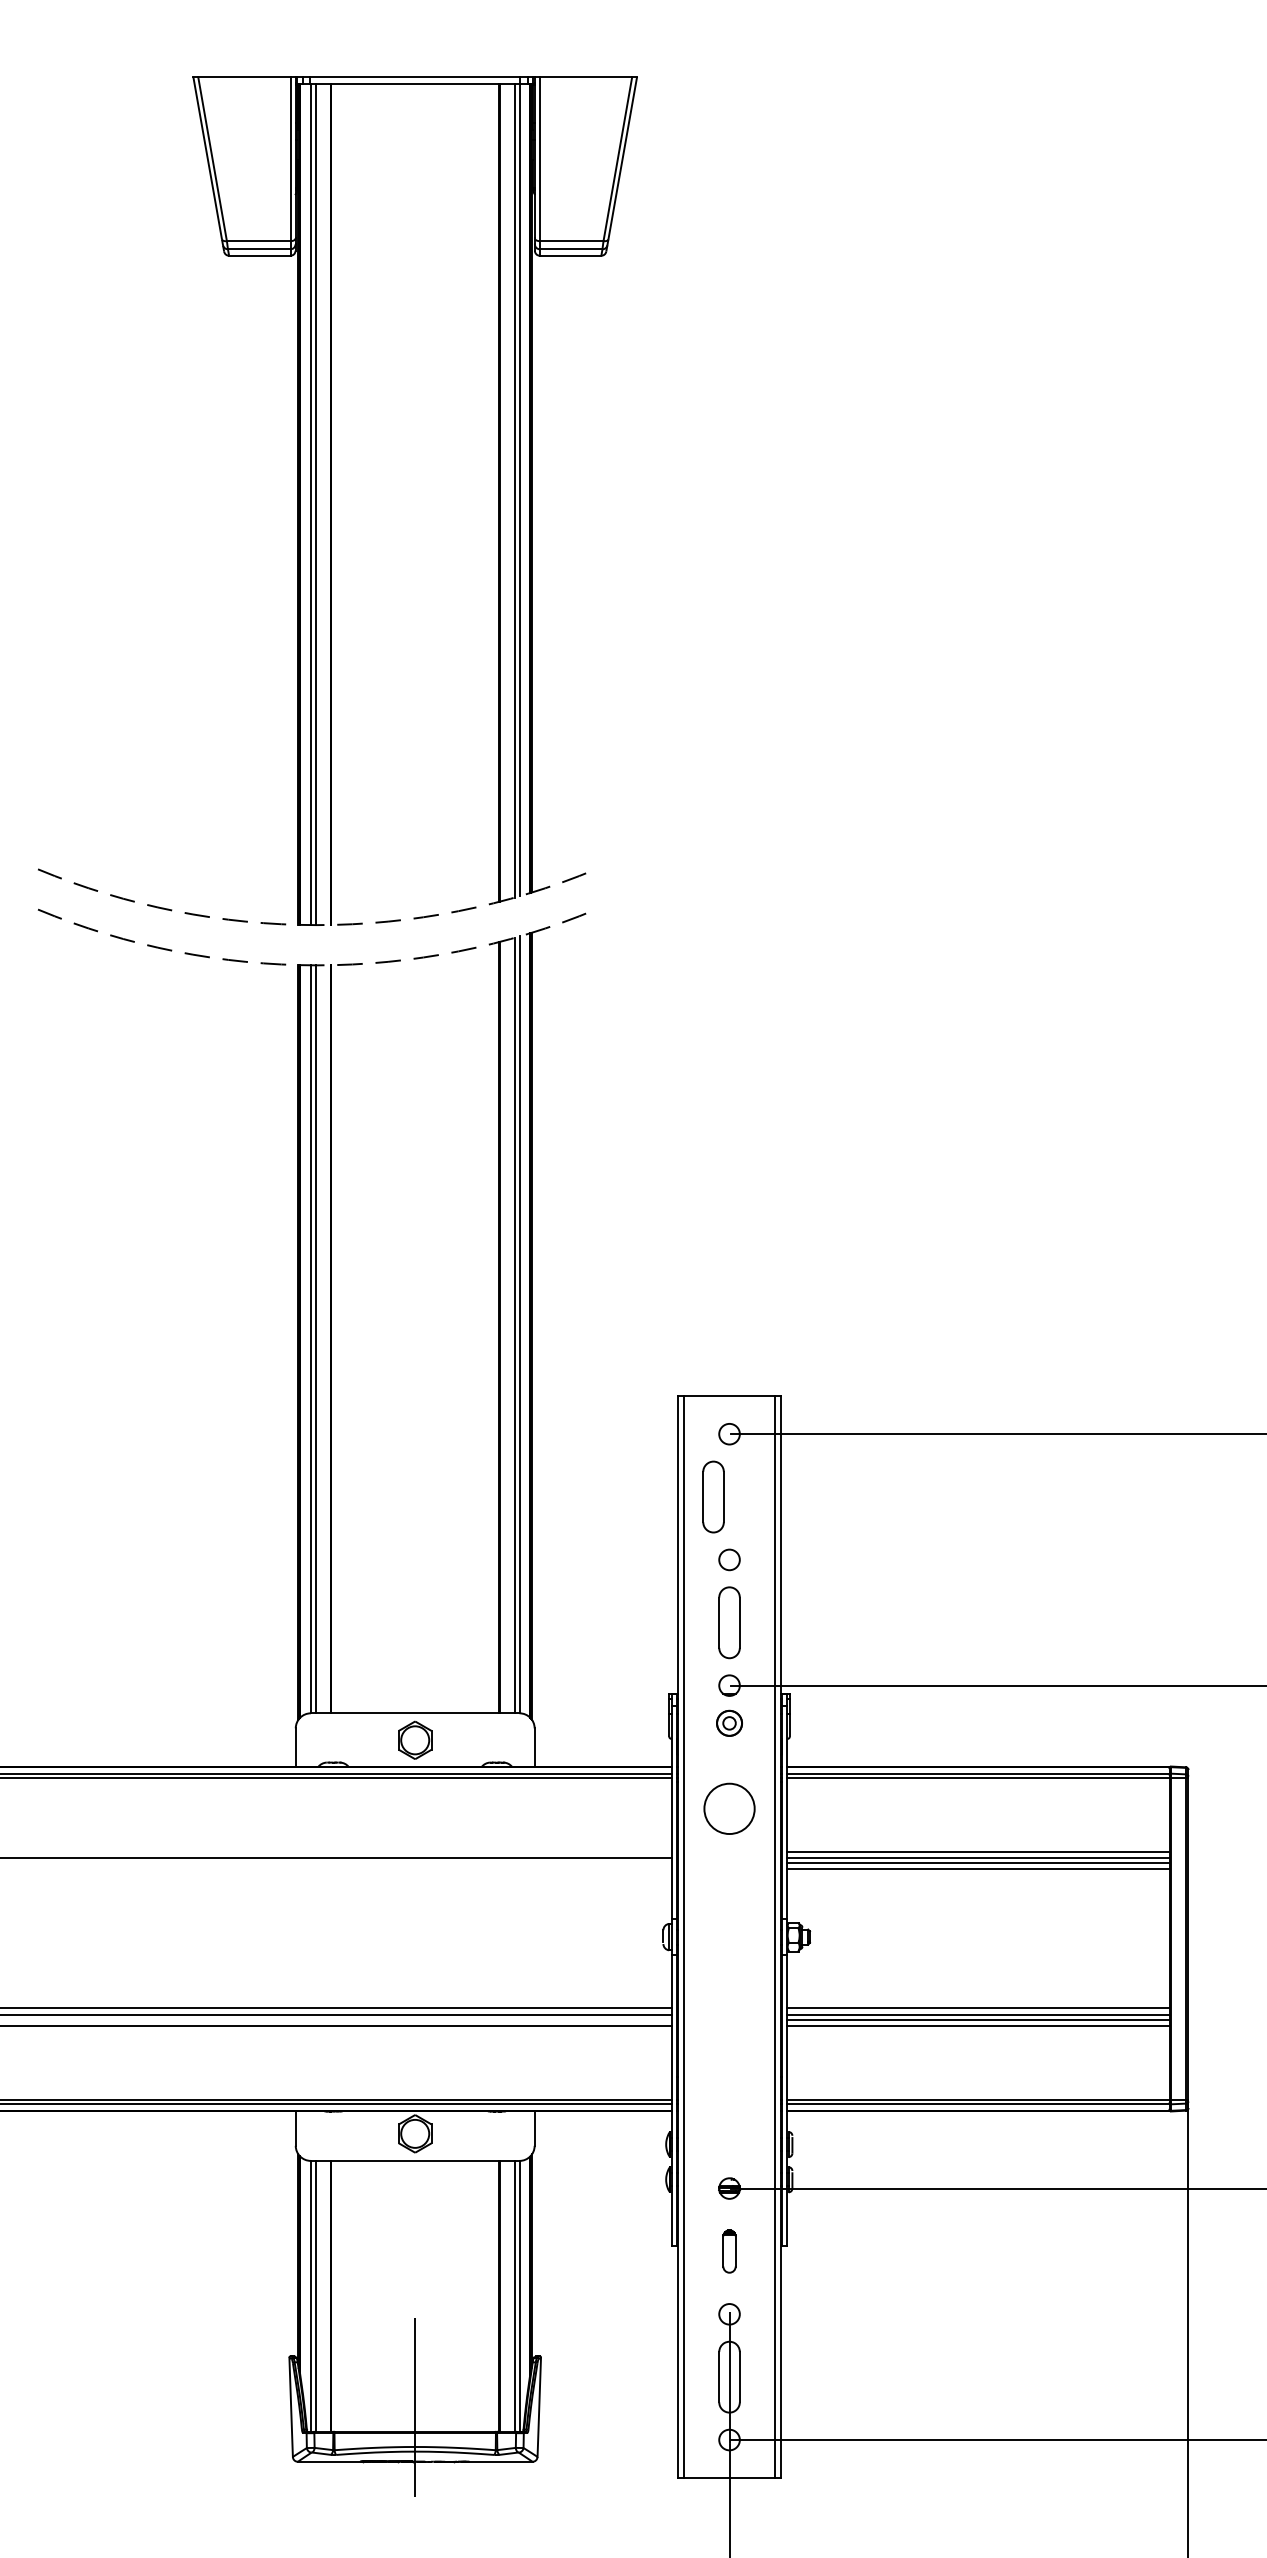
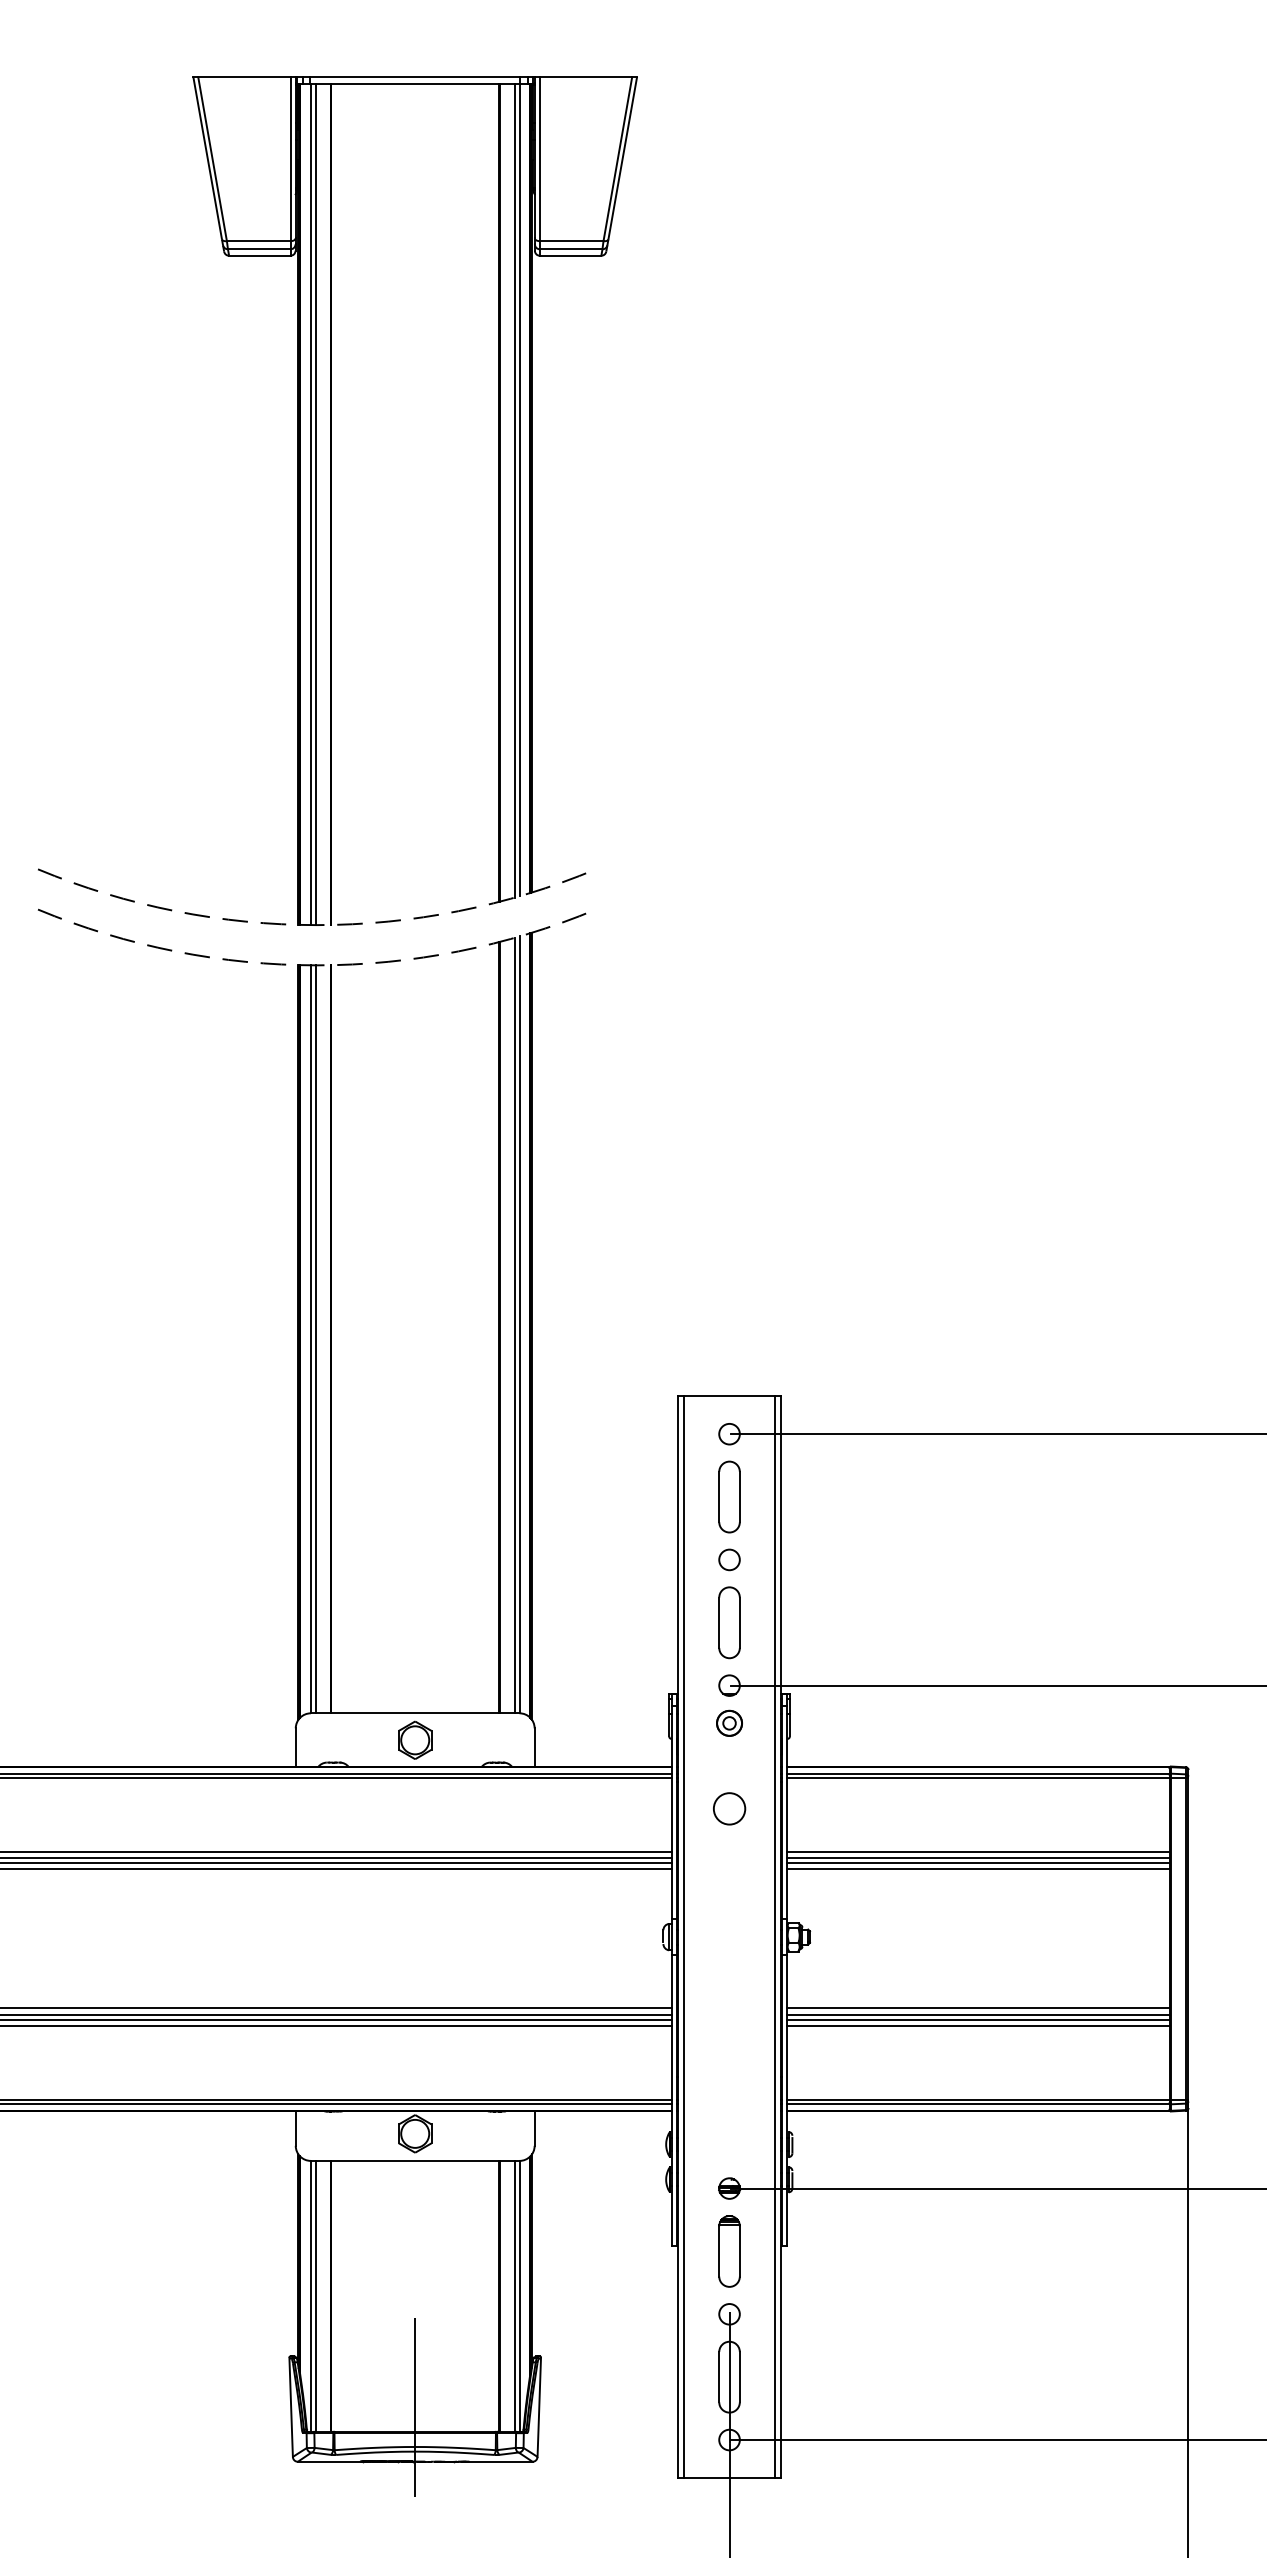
part at (713, 1496) position: (713, 1496) -> (729, 1496)
circle at (729, 1808) diameter: 50 px -> 31 px
line at (336, 1851): none -> present
line at (336, 1862): none -> present
line at (336, 1869): none -> present
line at (336, 2019): none -> present
part at (729, 2251) size: 15x45 px -> 23x73 px
